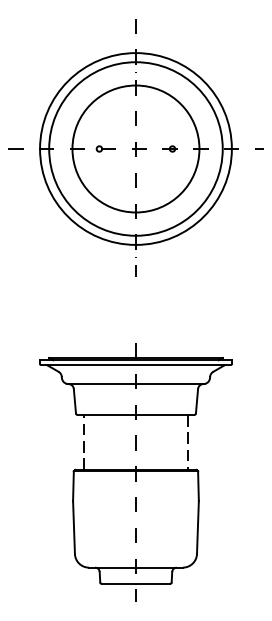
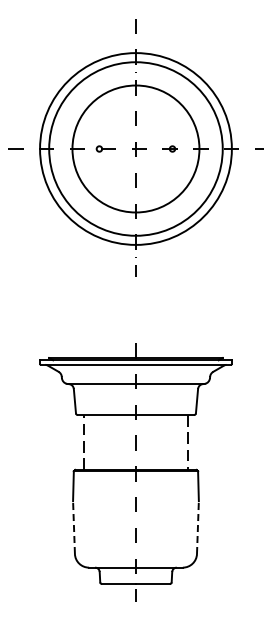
line at (73, 527): solid -> dashed
line at (197, 527): solid -> dashed
